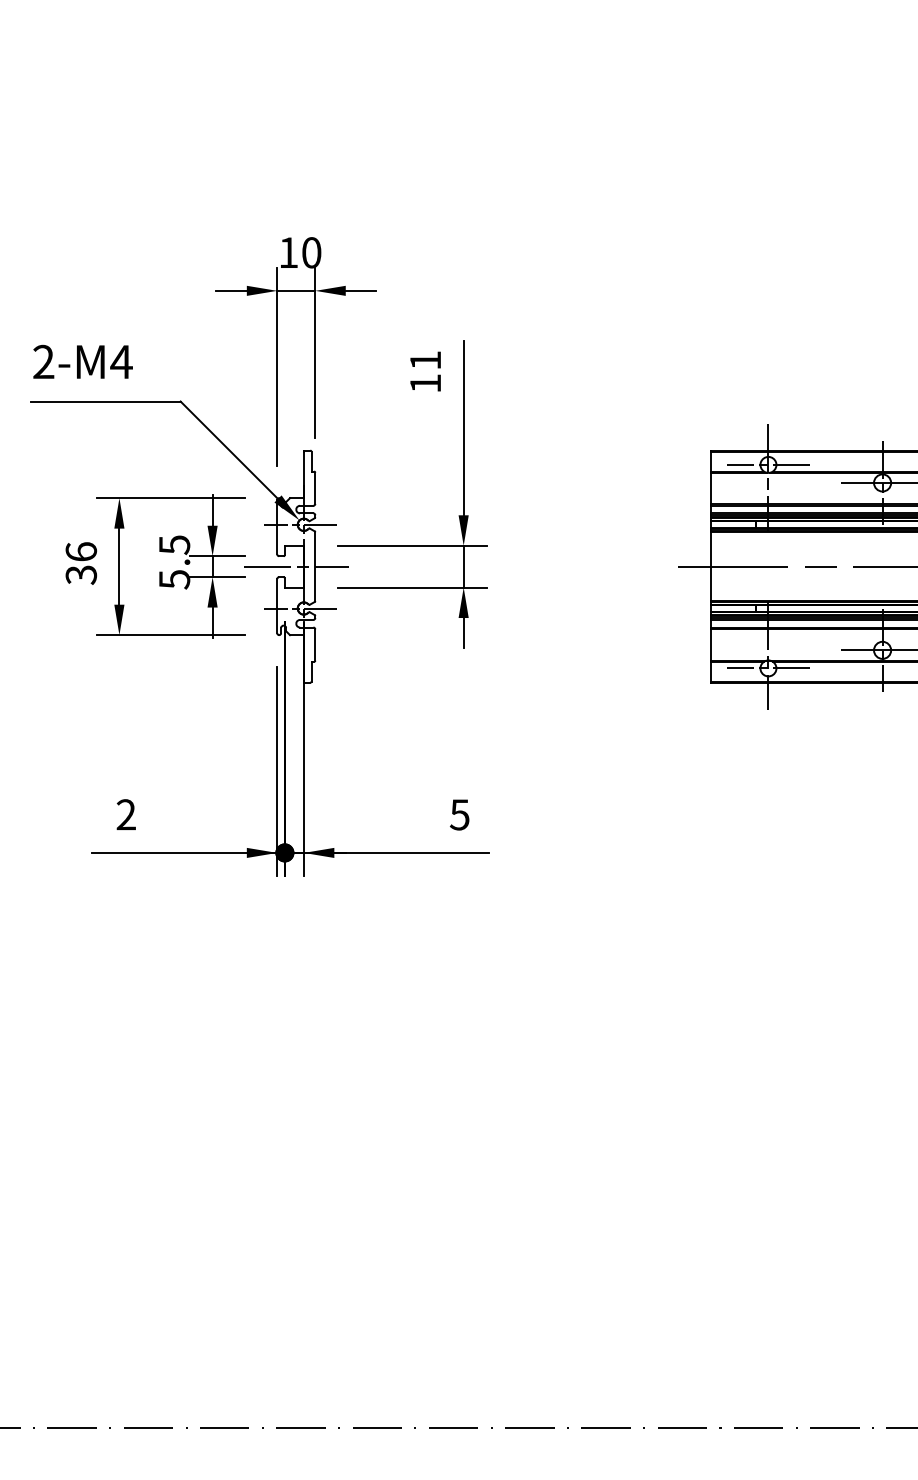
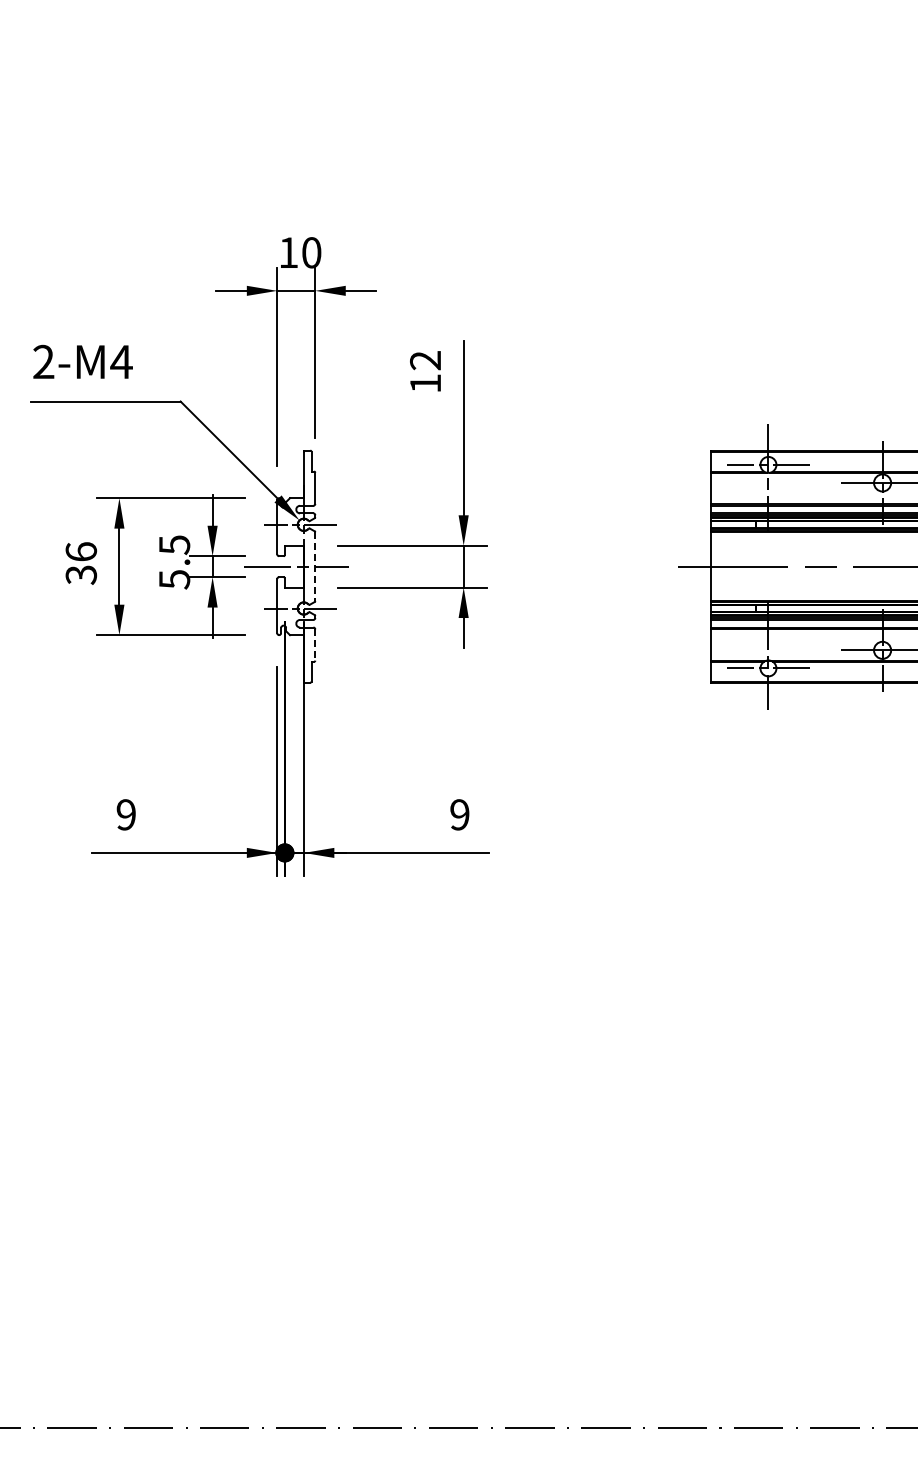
text at (425, 360): 11 -> 12
line at (315, 567): solid -> dashed
line at (315, 645): solid -> dashed
text at (125, 814): 2 -> 9
text at (459, 814): 5 -> 9
